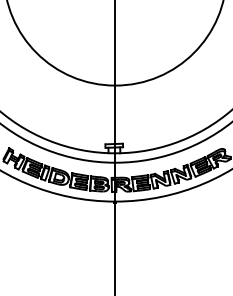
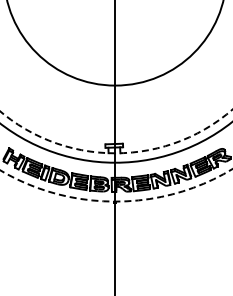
arc at (116, 153): solid -> dashed
circle at (116, 185): solid -> dashed
